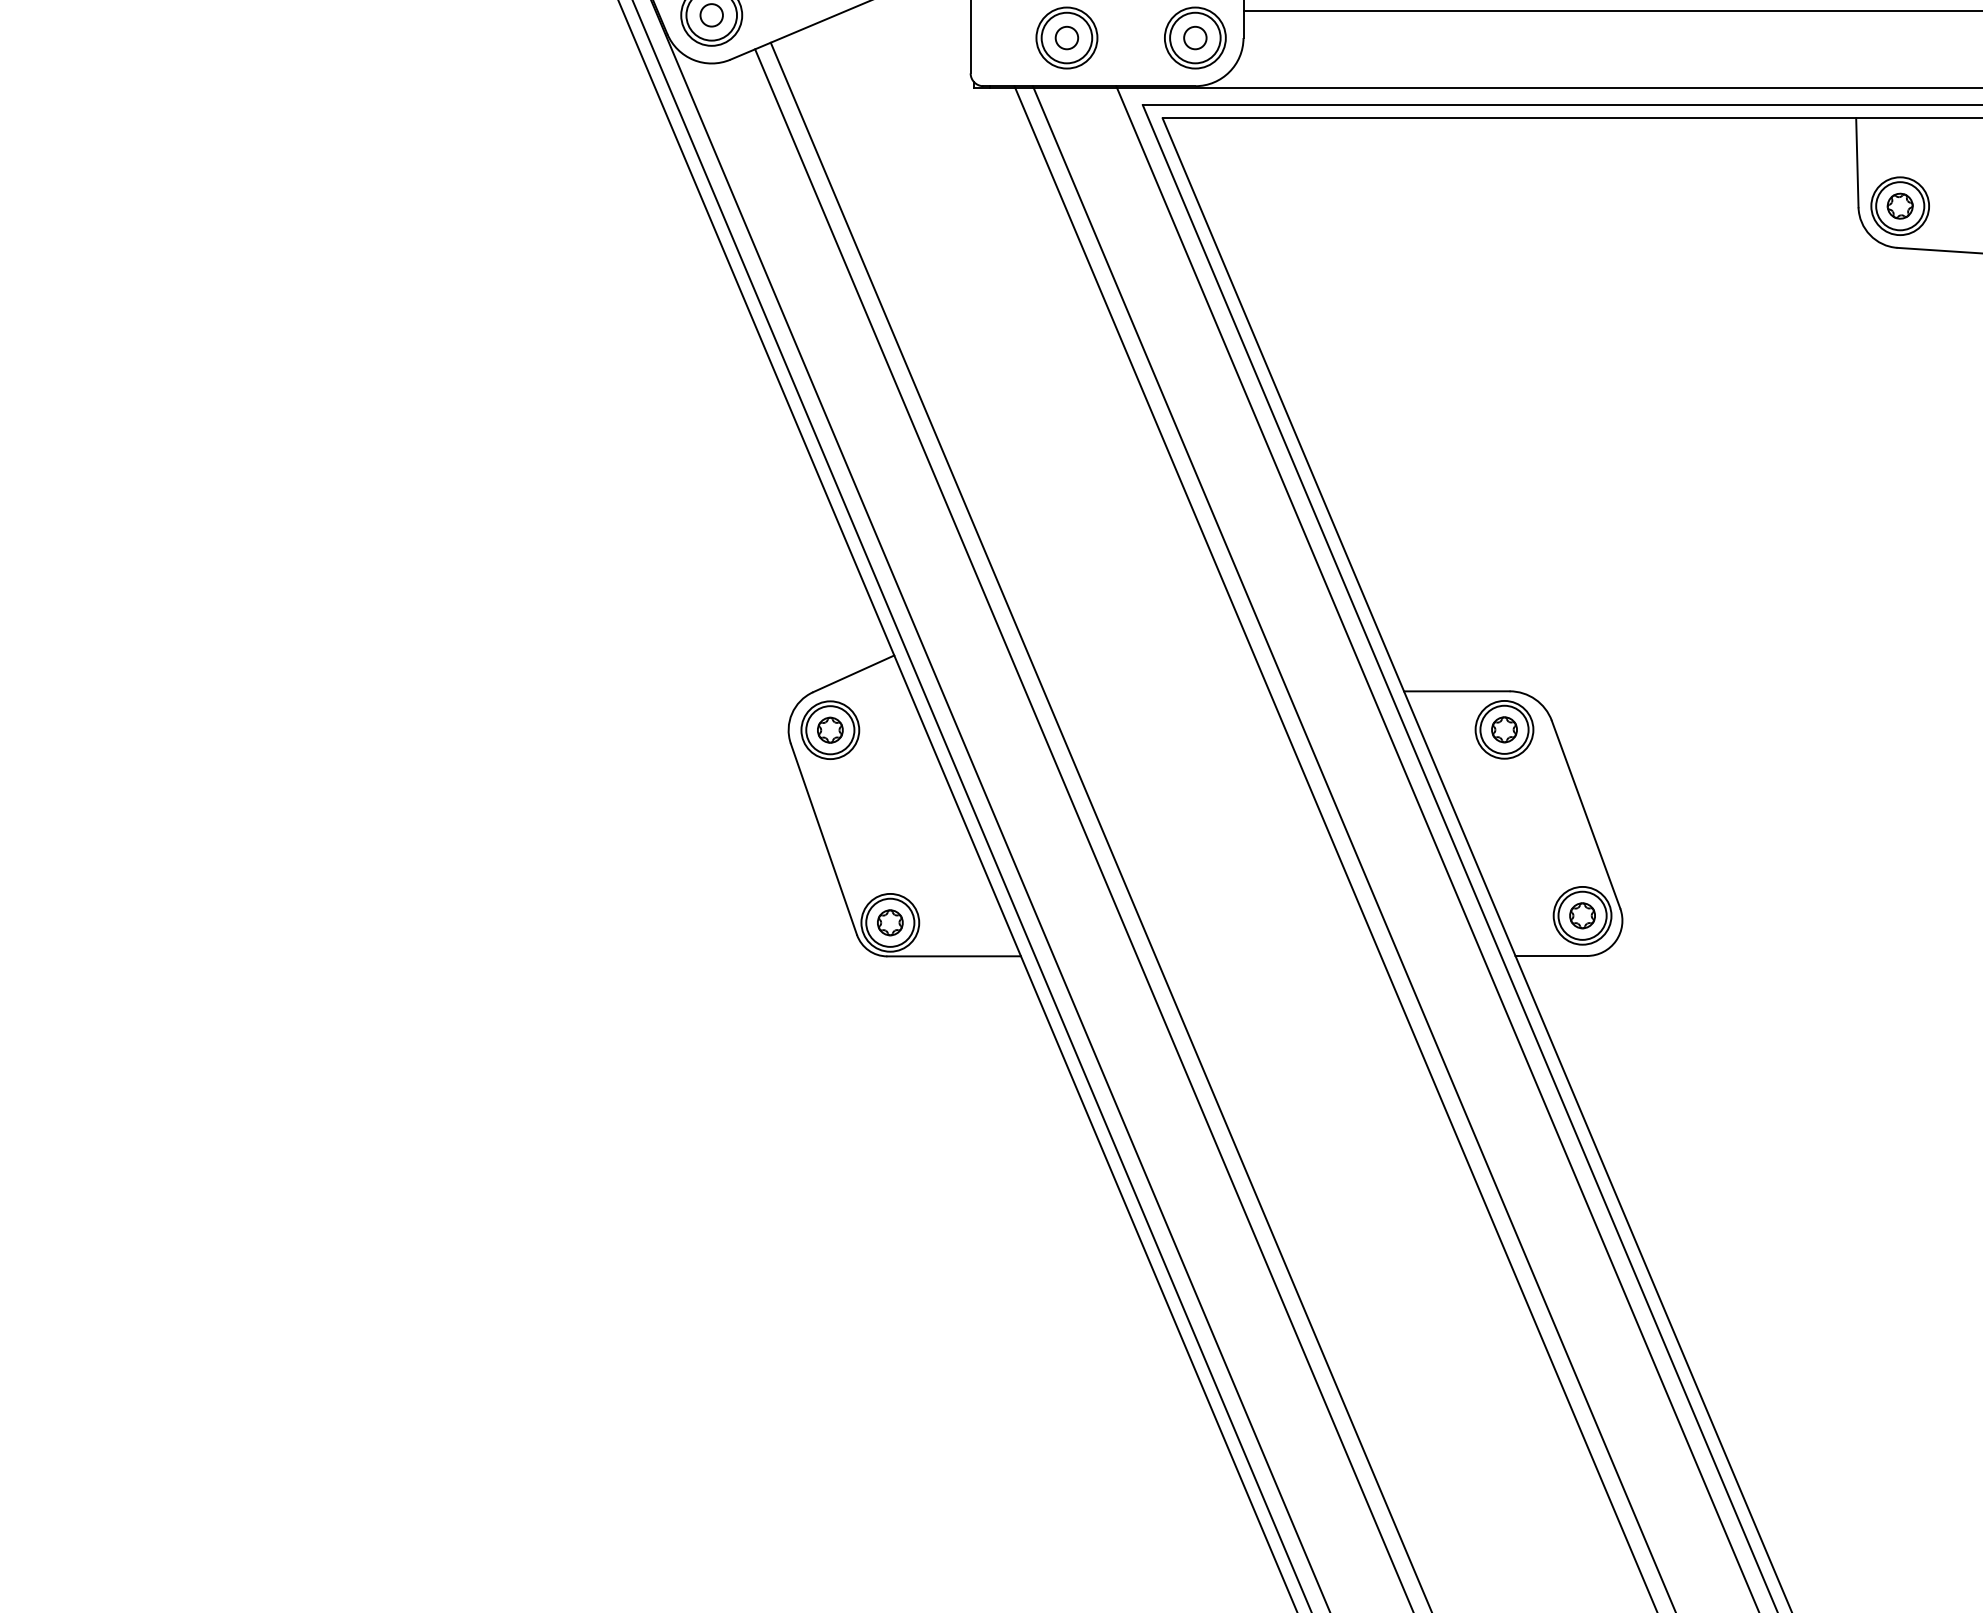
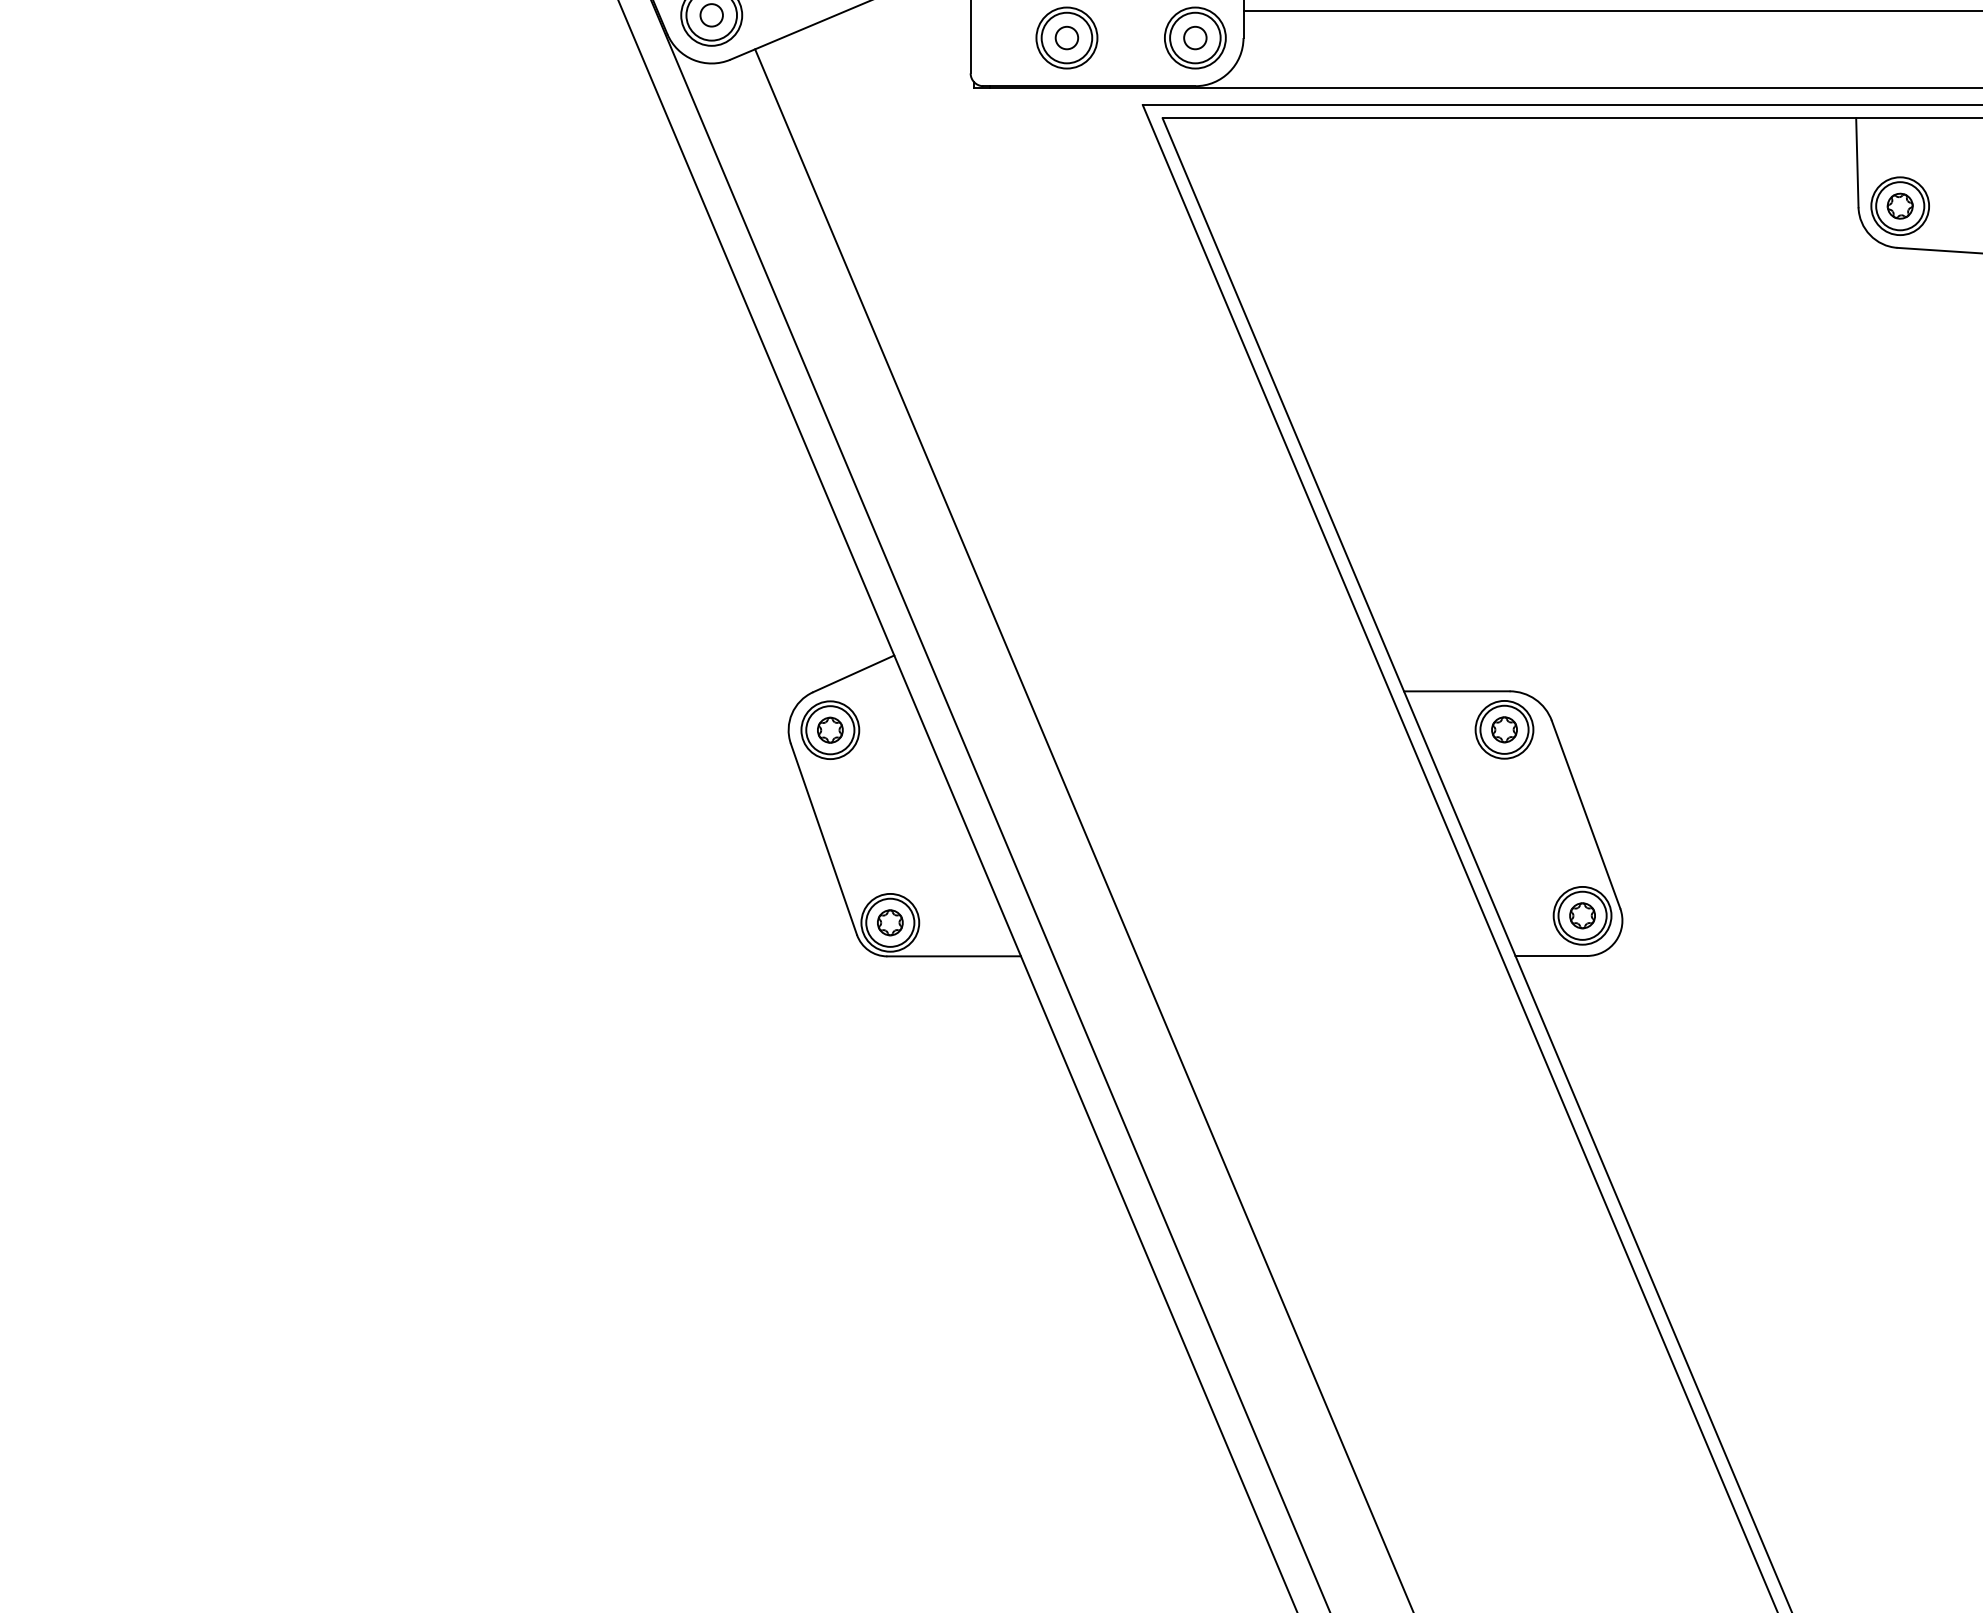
line at (971, 805): present -> none
line at (1100, 825): present -> none
line at (1335, 847): present -> none
line at (1353, 847): present -> none
line at (1437, 847): present -> none
